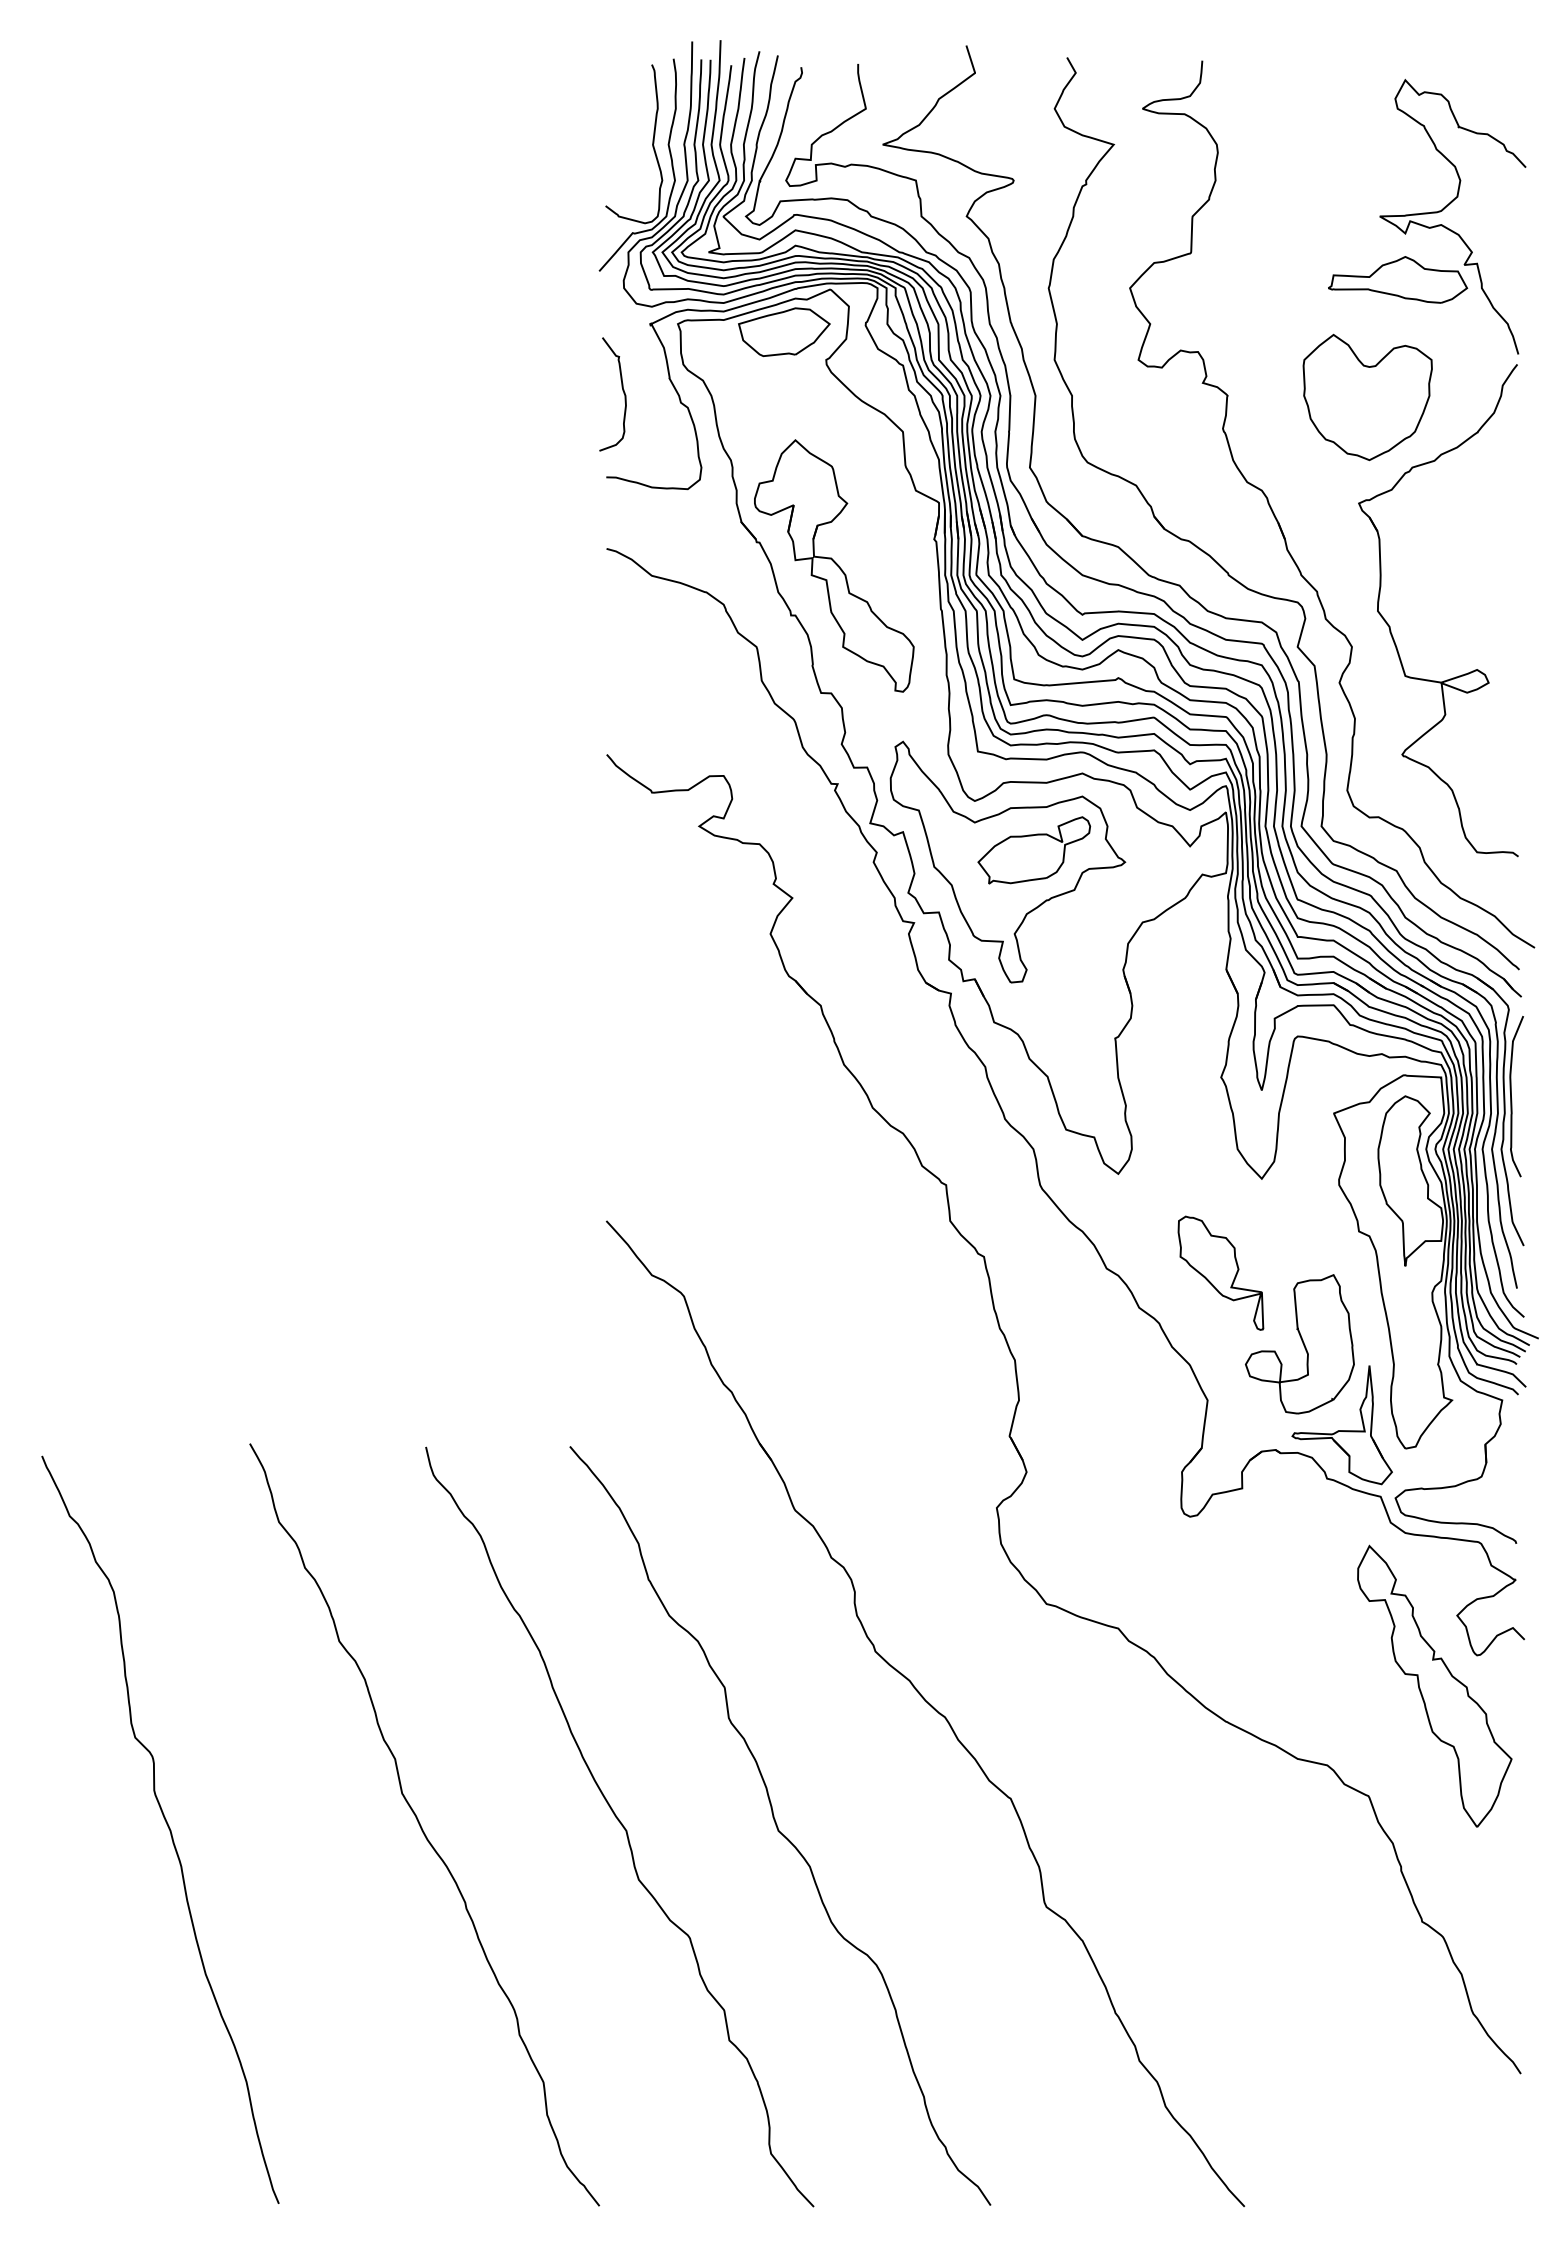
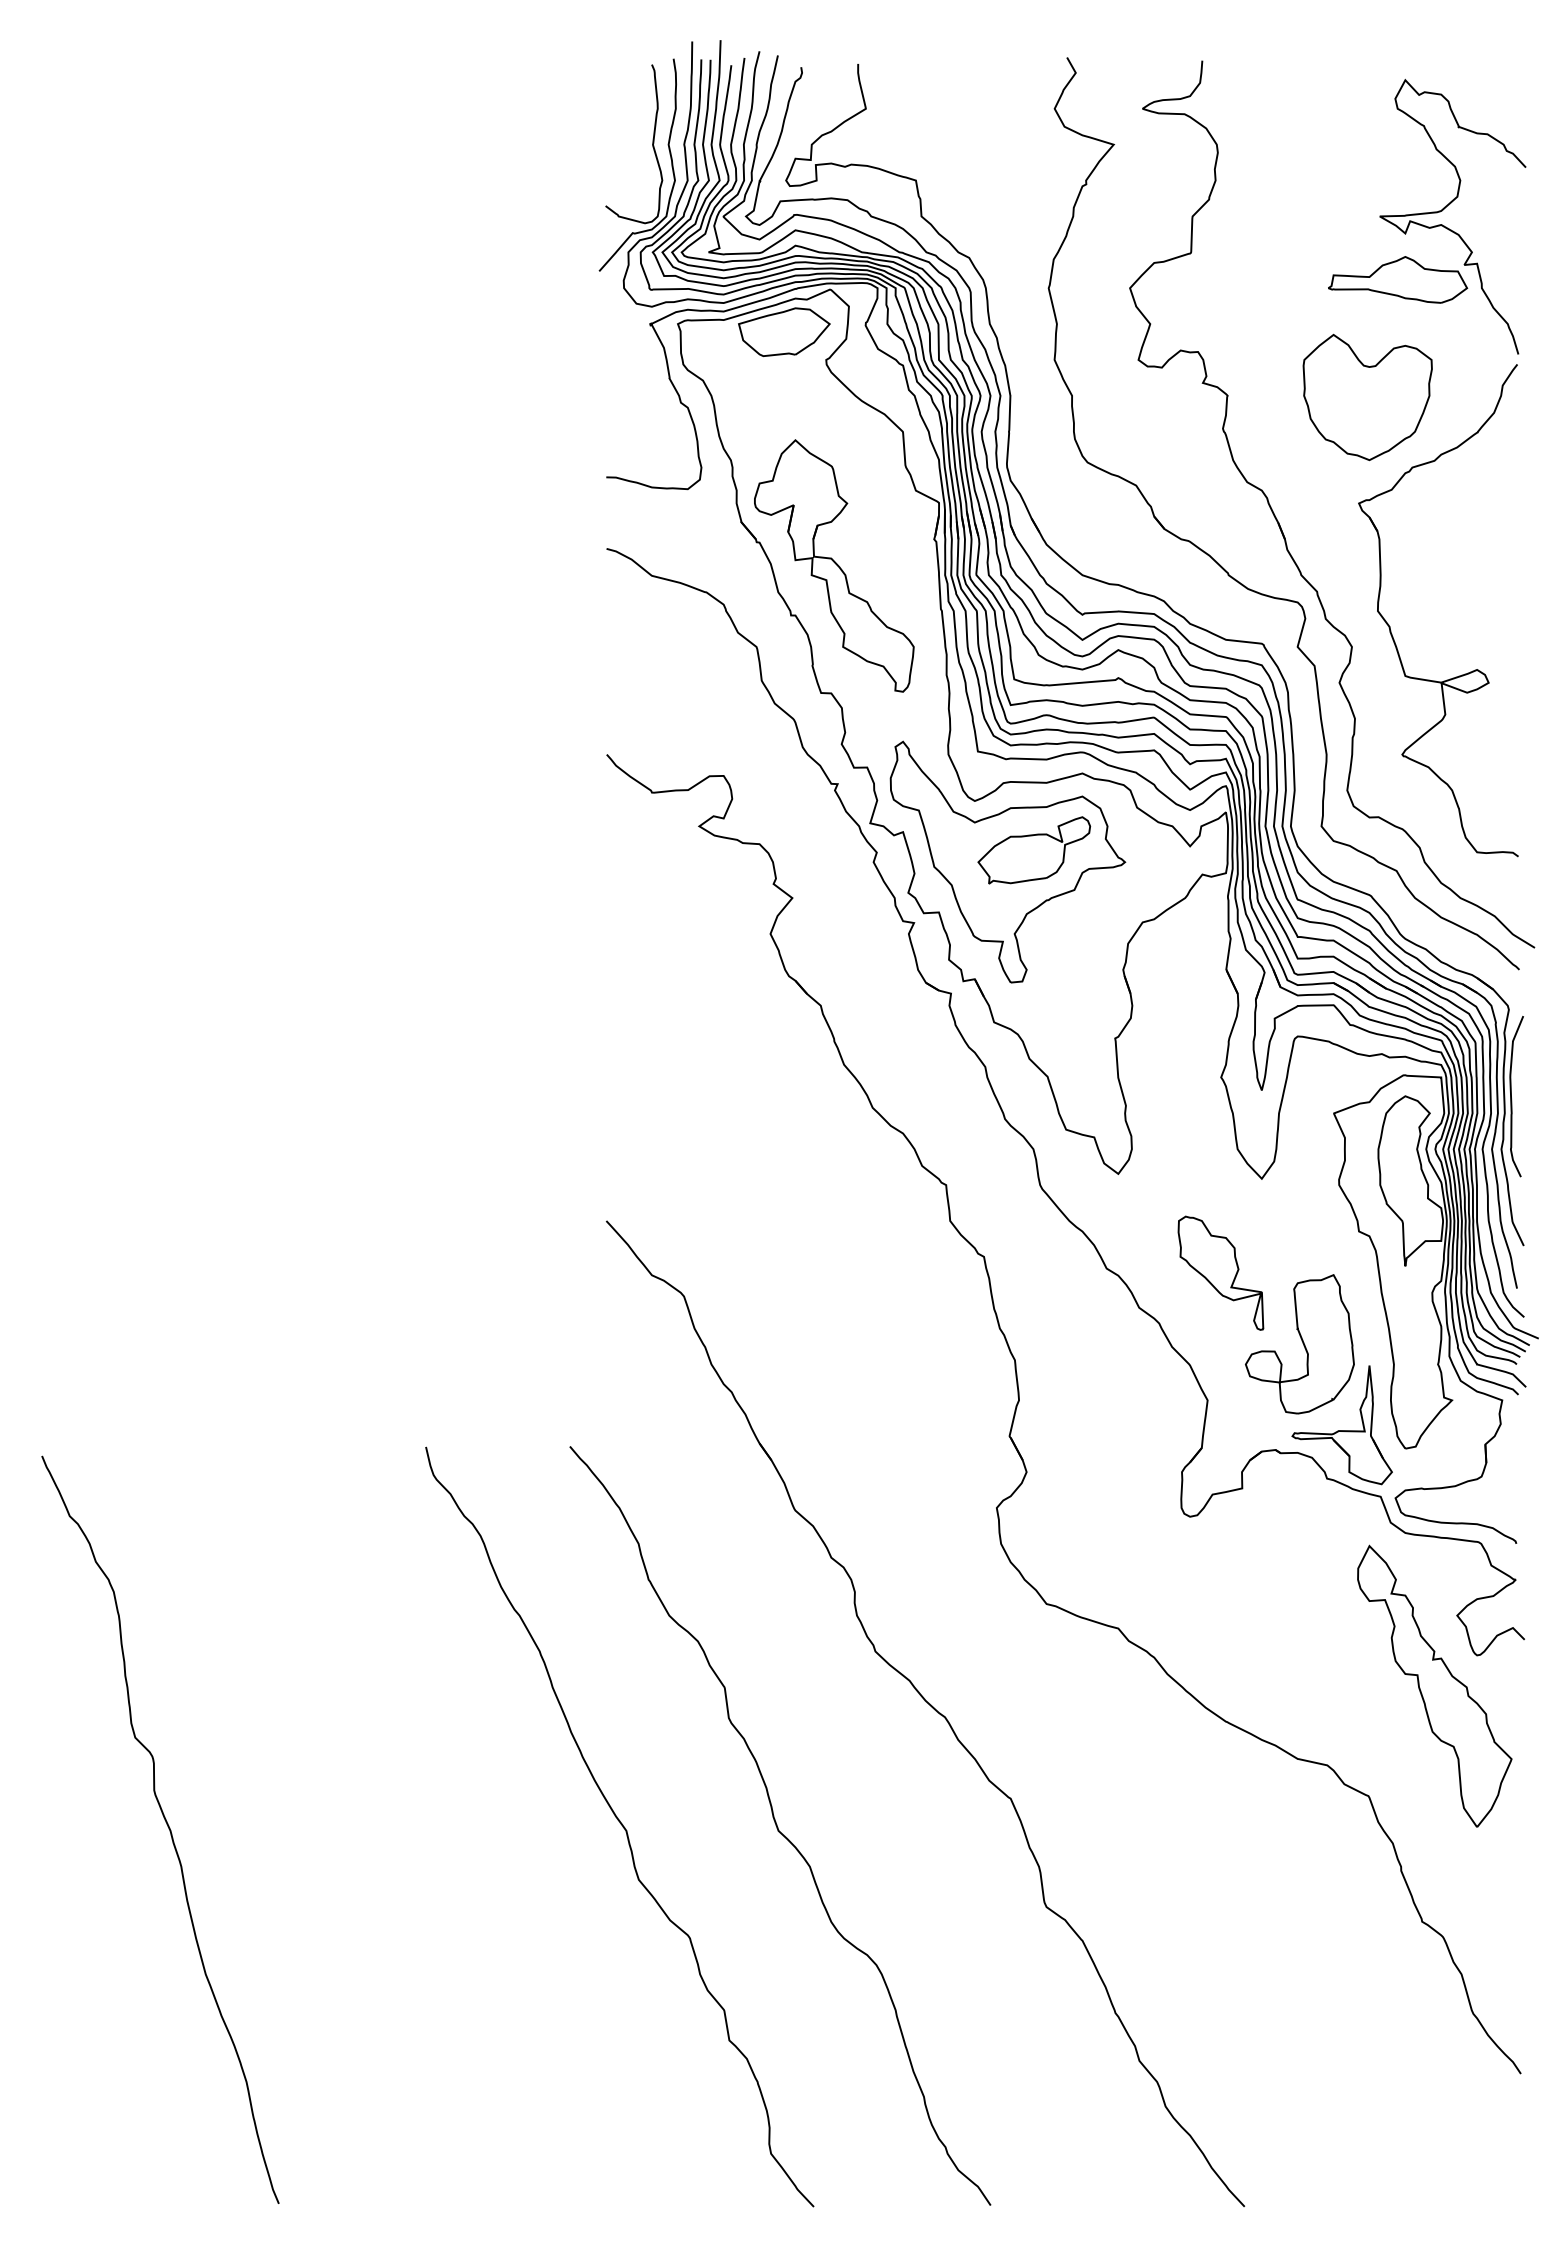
curve at (622, 390): present -> none
part at (1179, 584): present -> none
curve at (421, 1825): present -> none
